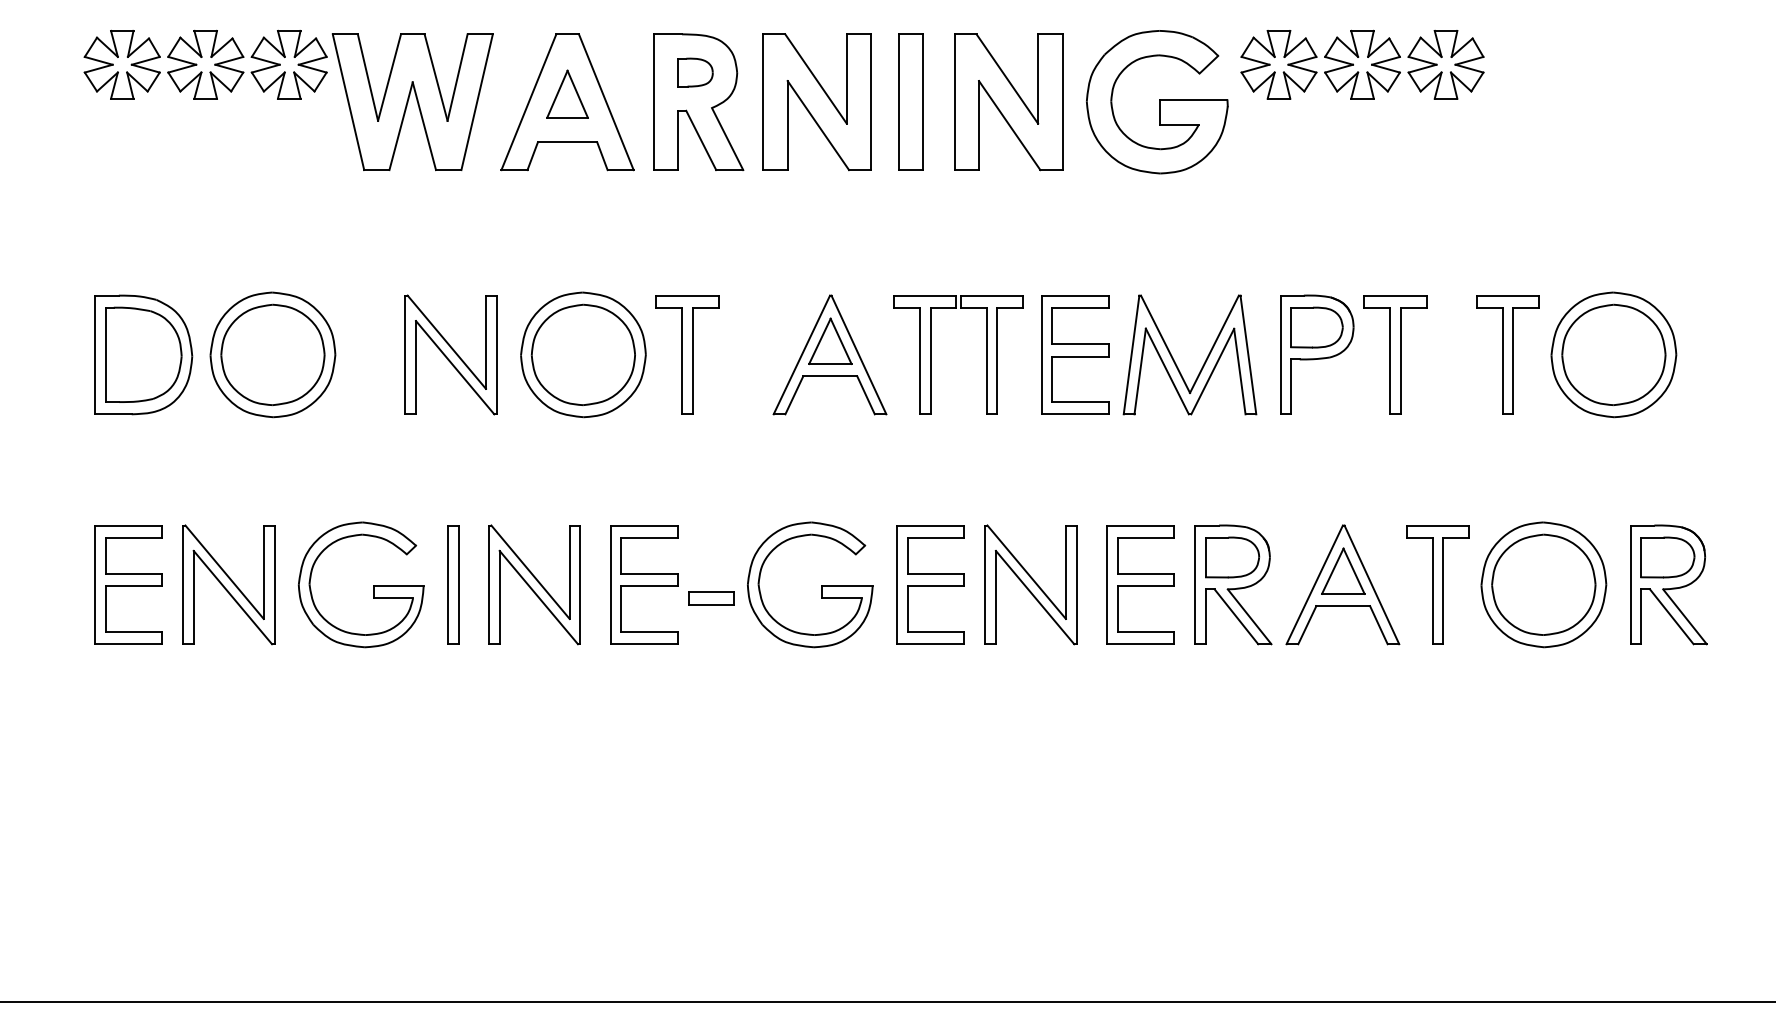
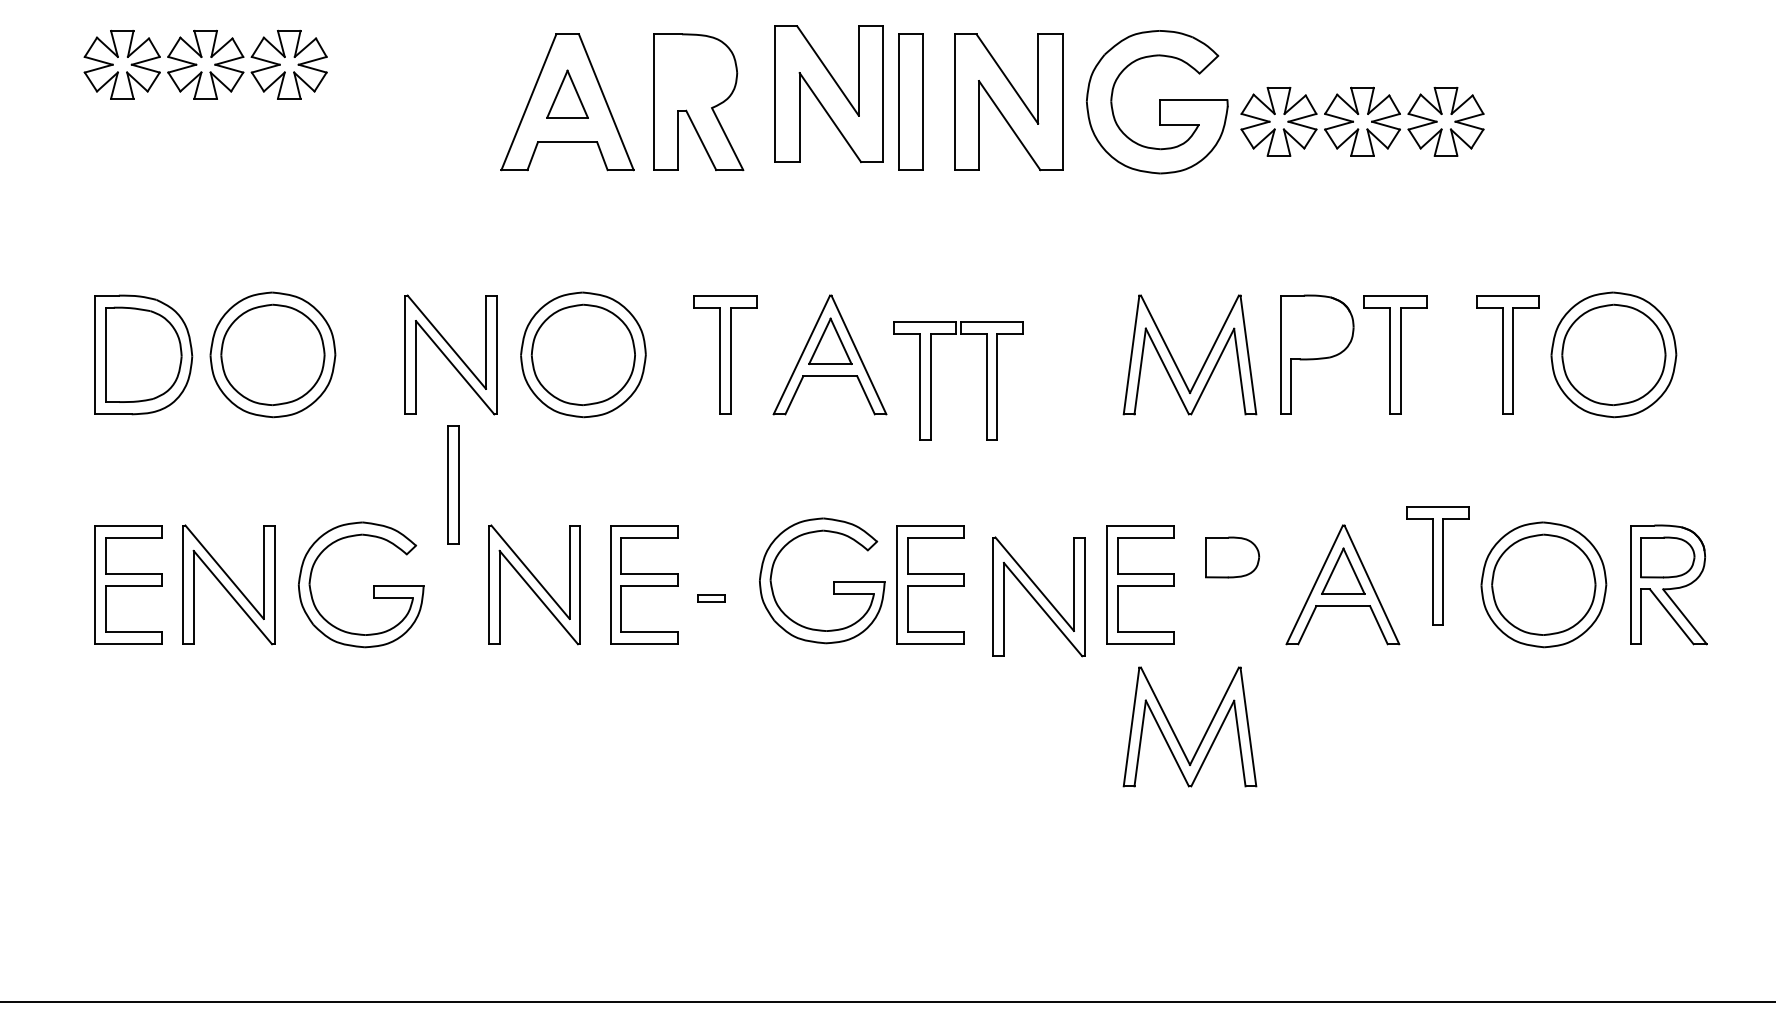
part at (1362, 64) position: (1362, 64) -> (1362, 121)
part at (695, 72): present -> none
part at (412, 102): present -> none
part at (816, 102) position: (816, 102) -> (828, 94)
part at (1316, 327): present -> none
part at (687, 354) position: (687, 354) -> (725, 354)
part at (931, 354) position: (931, 354) -> (931, 380)
part at (1075, 354): present -> none
part at (453, 584) position: (453, 584) -> (453, 484)
part at (1030, 584) position: (1030, 584) -> (1038, 596)
part at (1233, 584): present -> none
part at (1437, 584) position: (1437, 584) -> (1437, 565)
part at (821, 585) position: (821, 585) -> (833, 581)
part at (711, 598) size: 47x15 px -> 29x9 px
part at (1175, 733): none -> present
